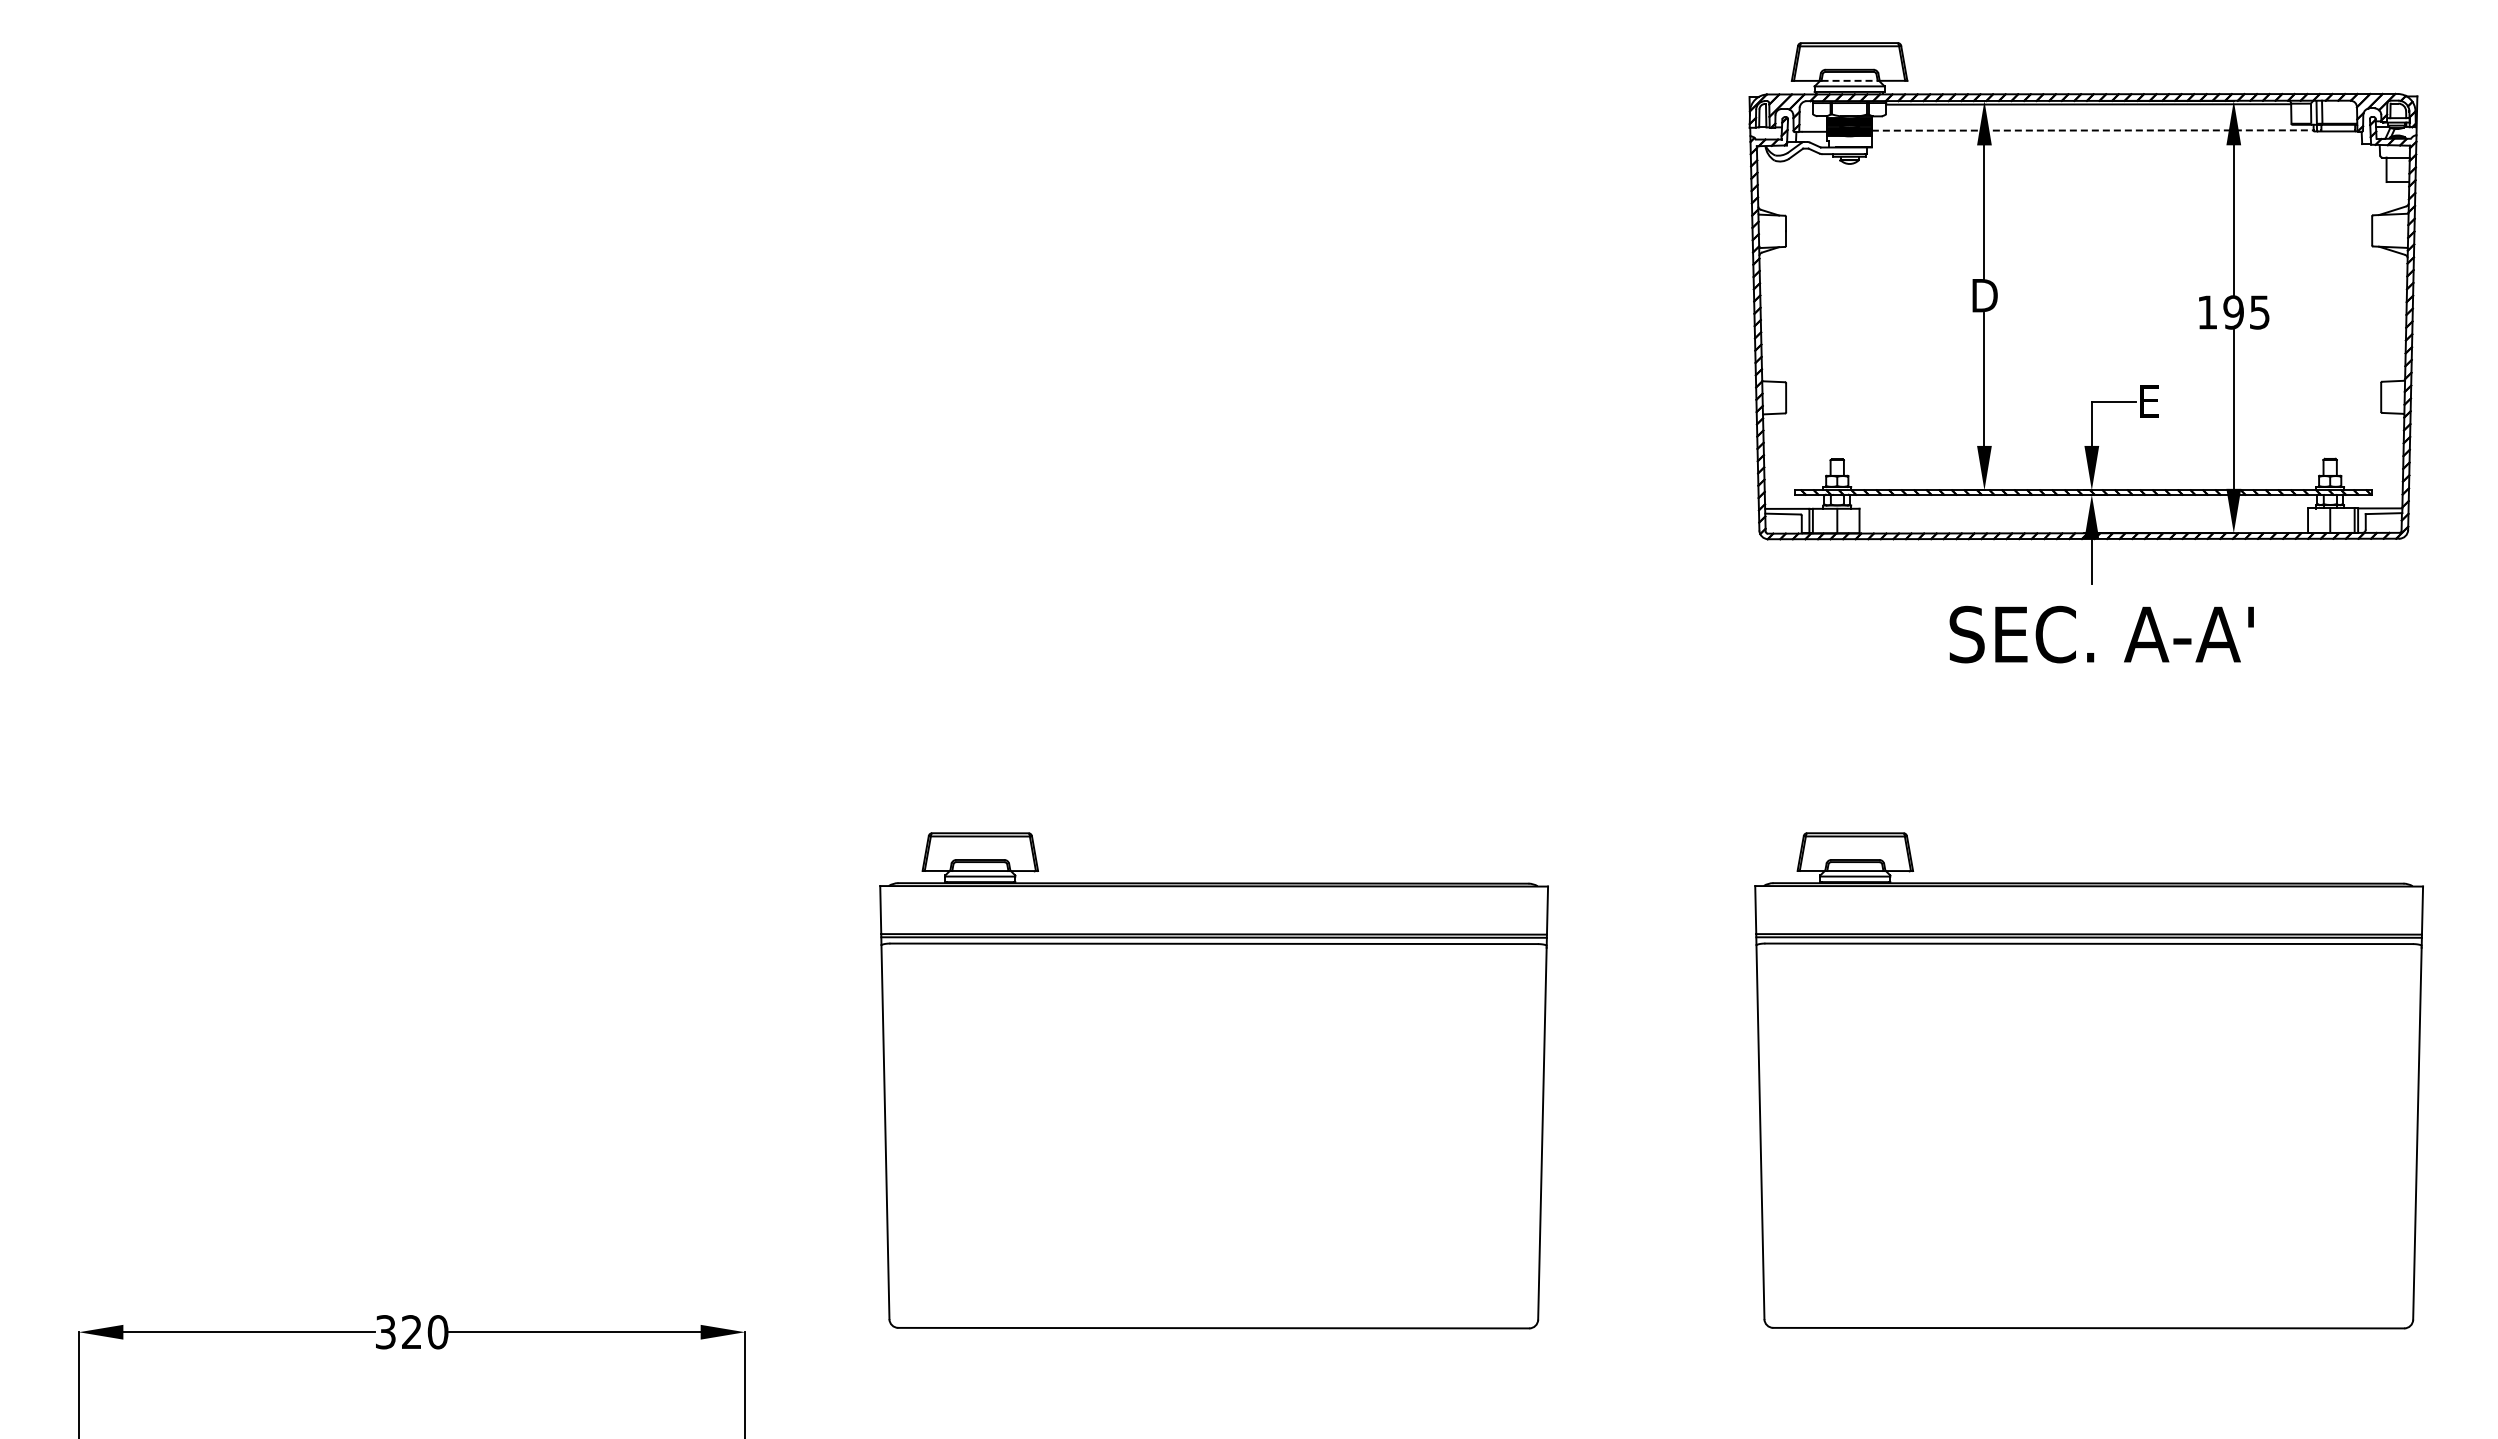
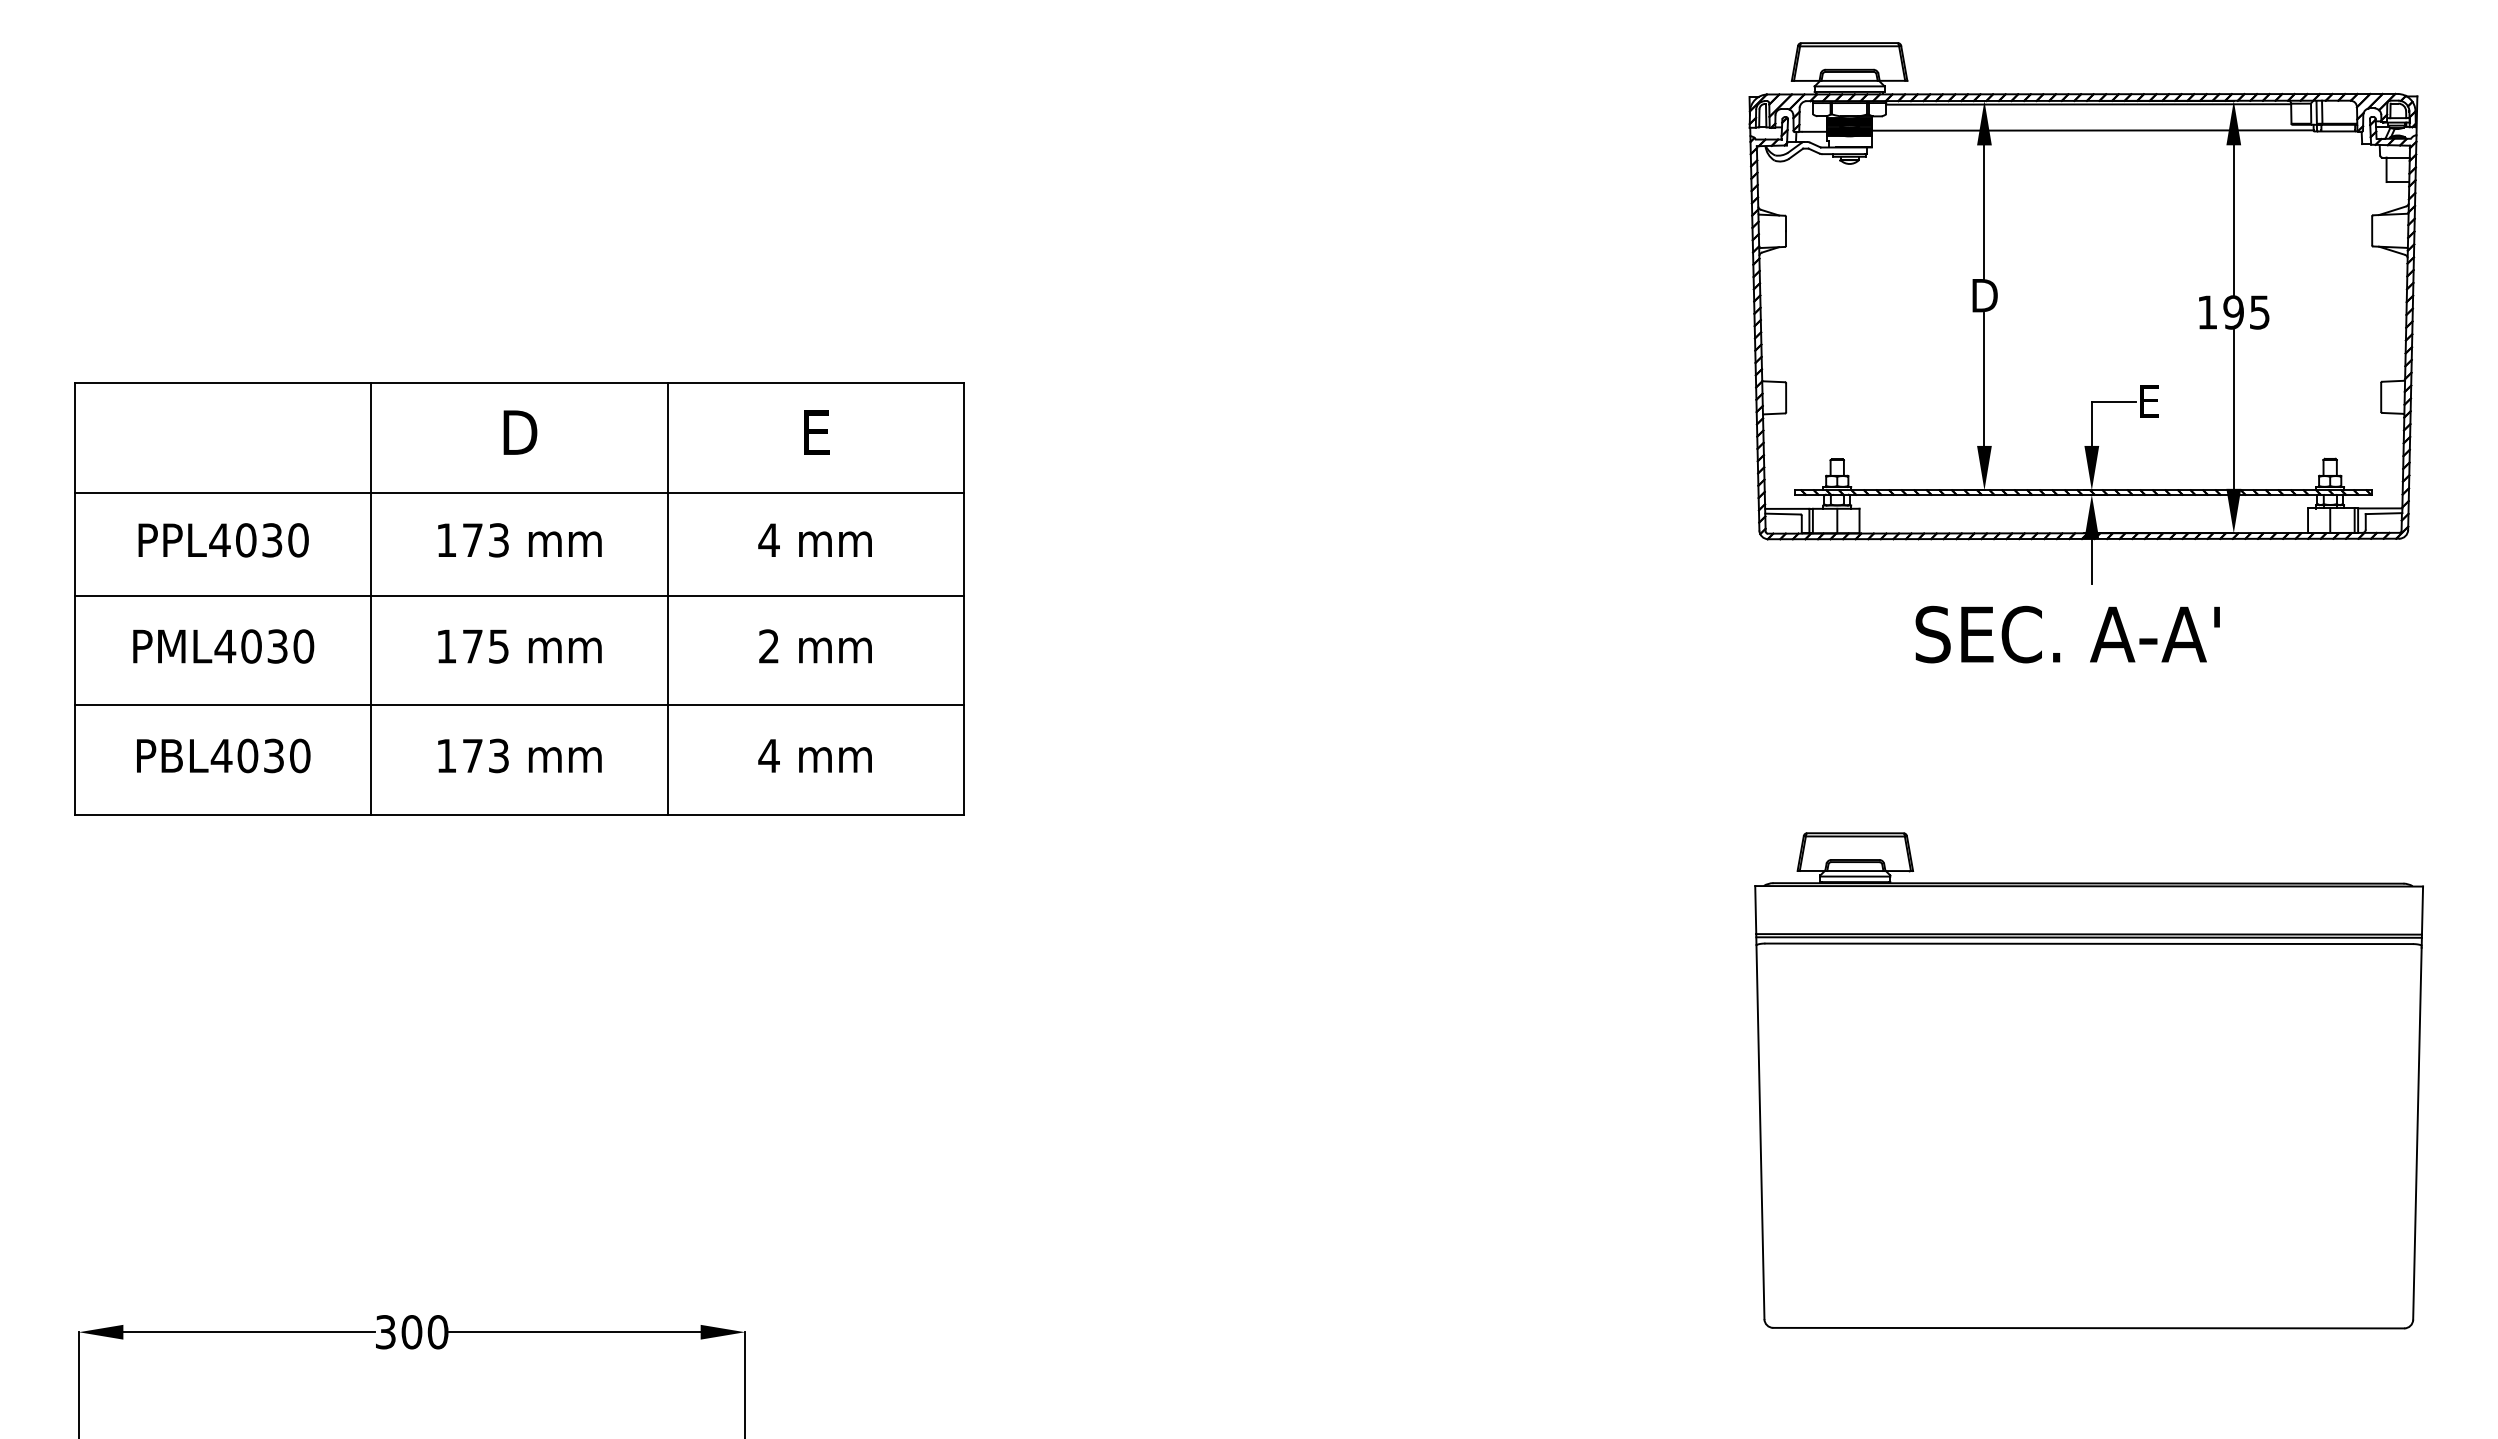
line at (1850, 80): dashed -> solid
line at (2092, 130): dashed -> solid
part at (519, 598): none -> present
text at (2101, 634) position: (2101, 634) -> (2067, 634)
part at (1213, 1080): present -> none
text at (411, 1332): 320 -> 300
